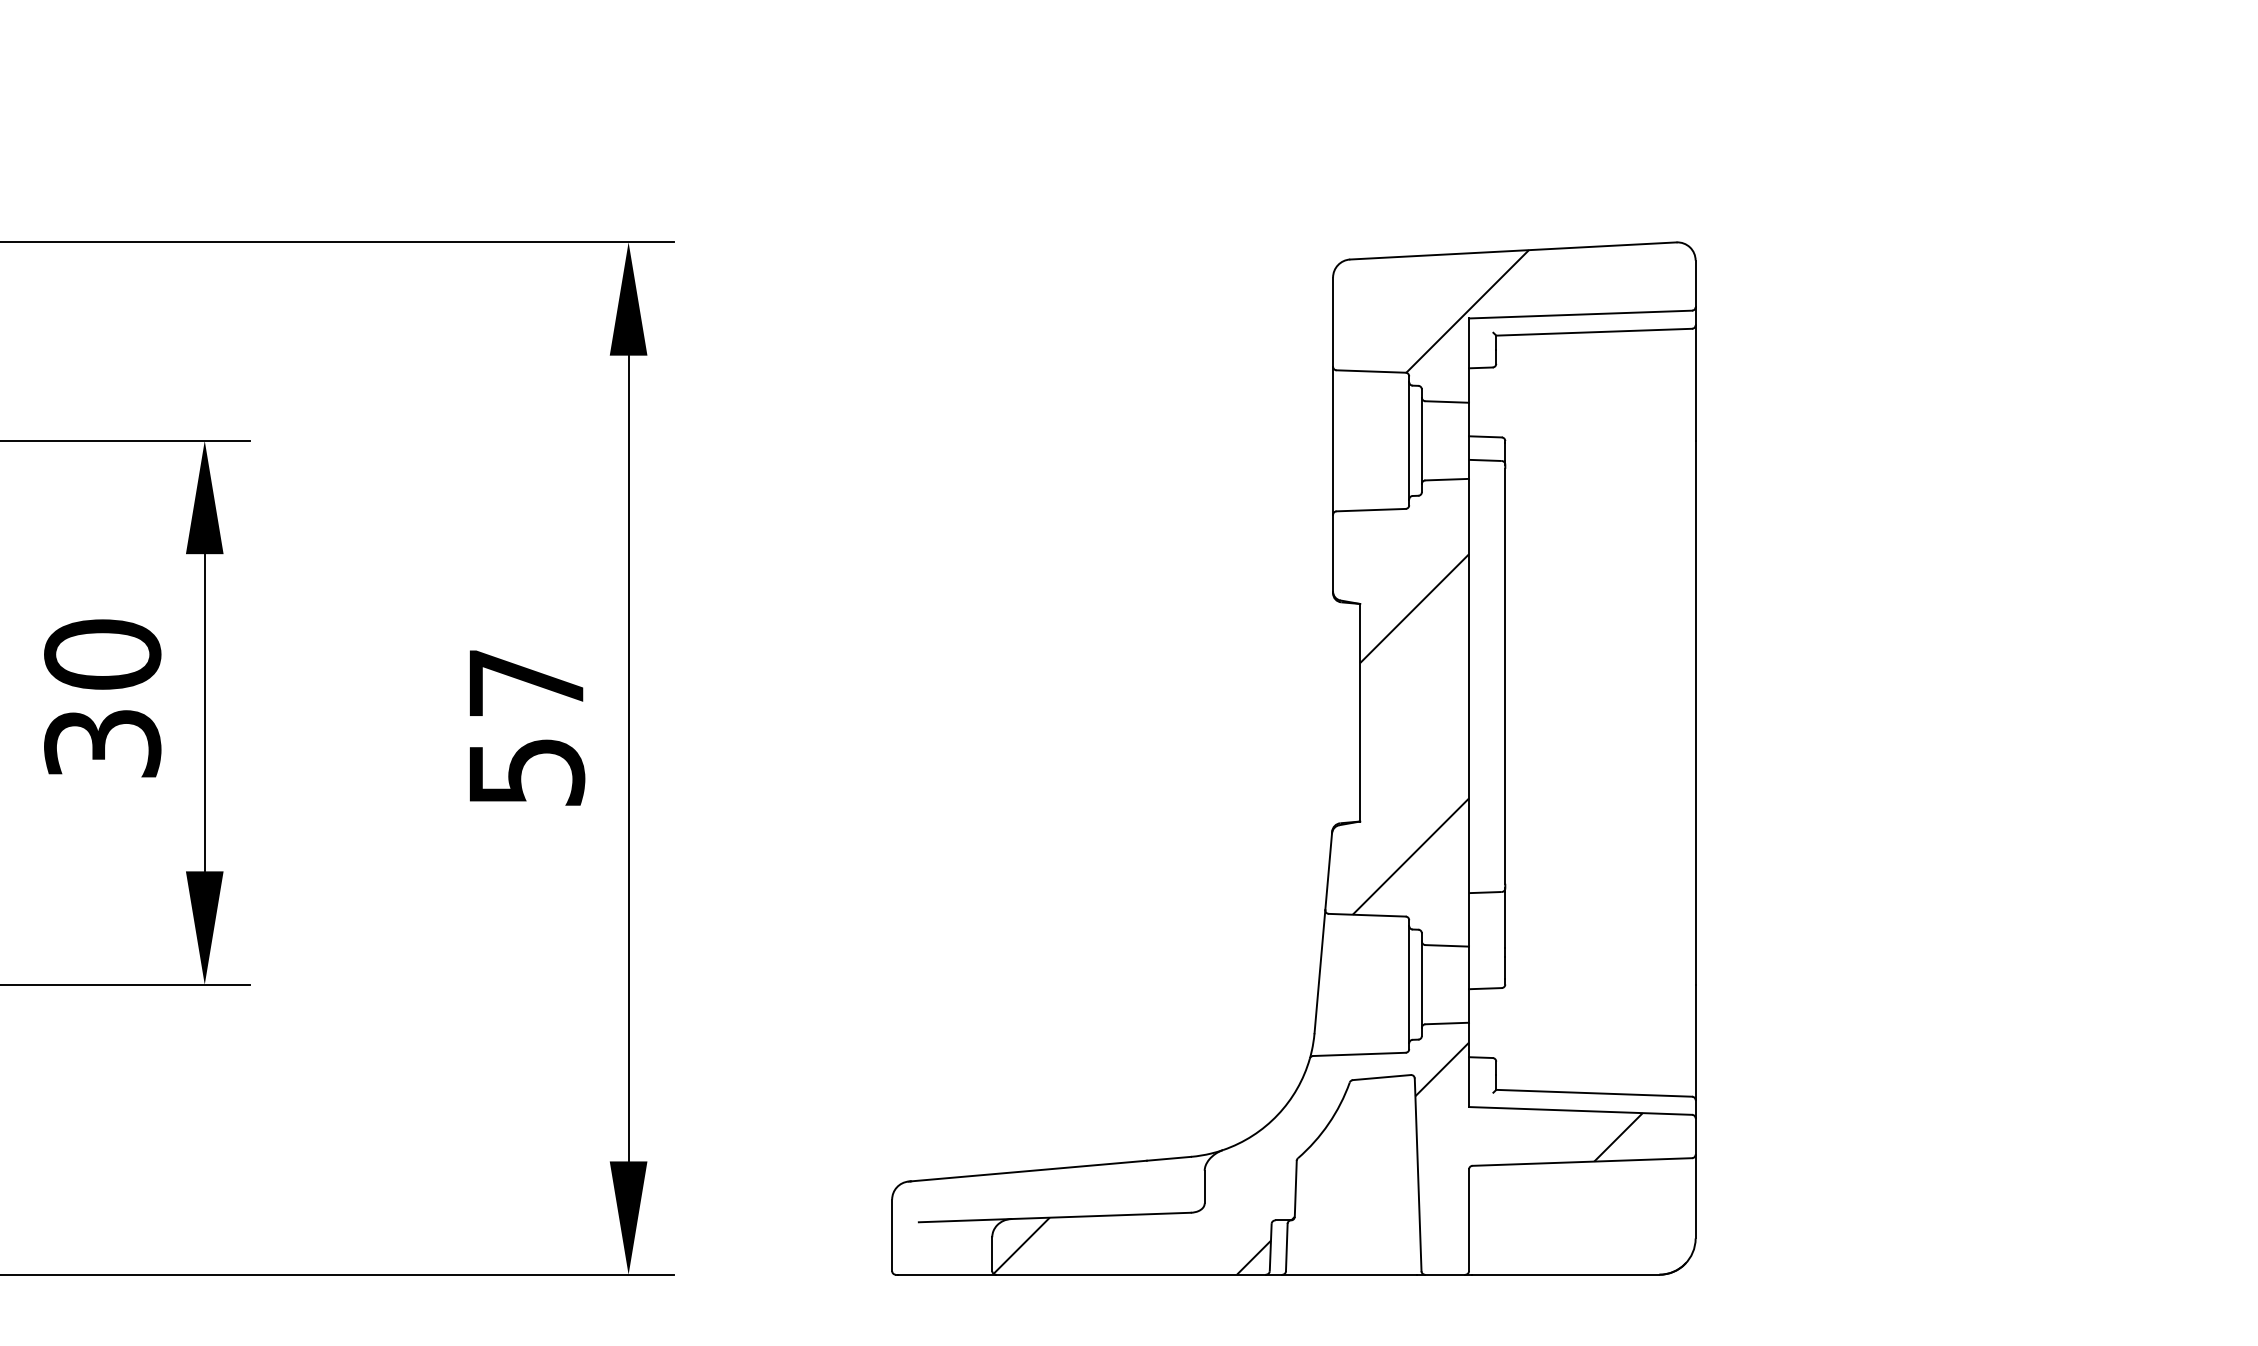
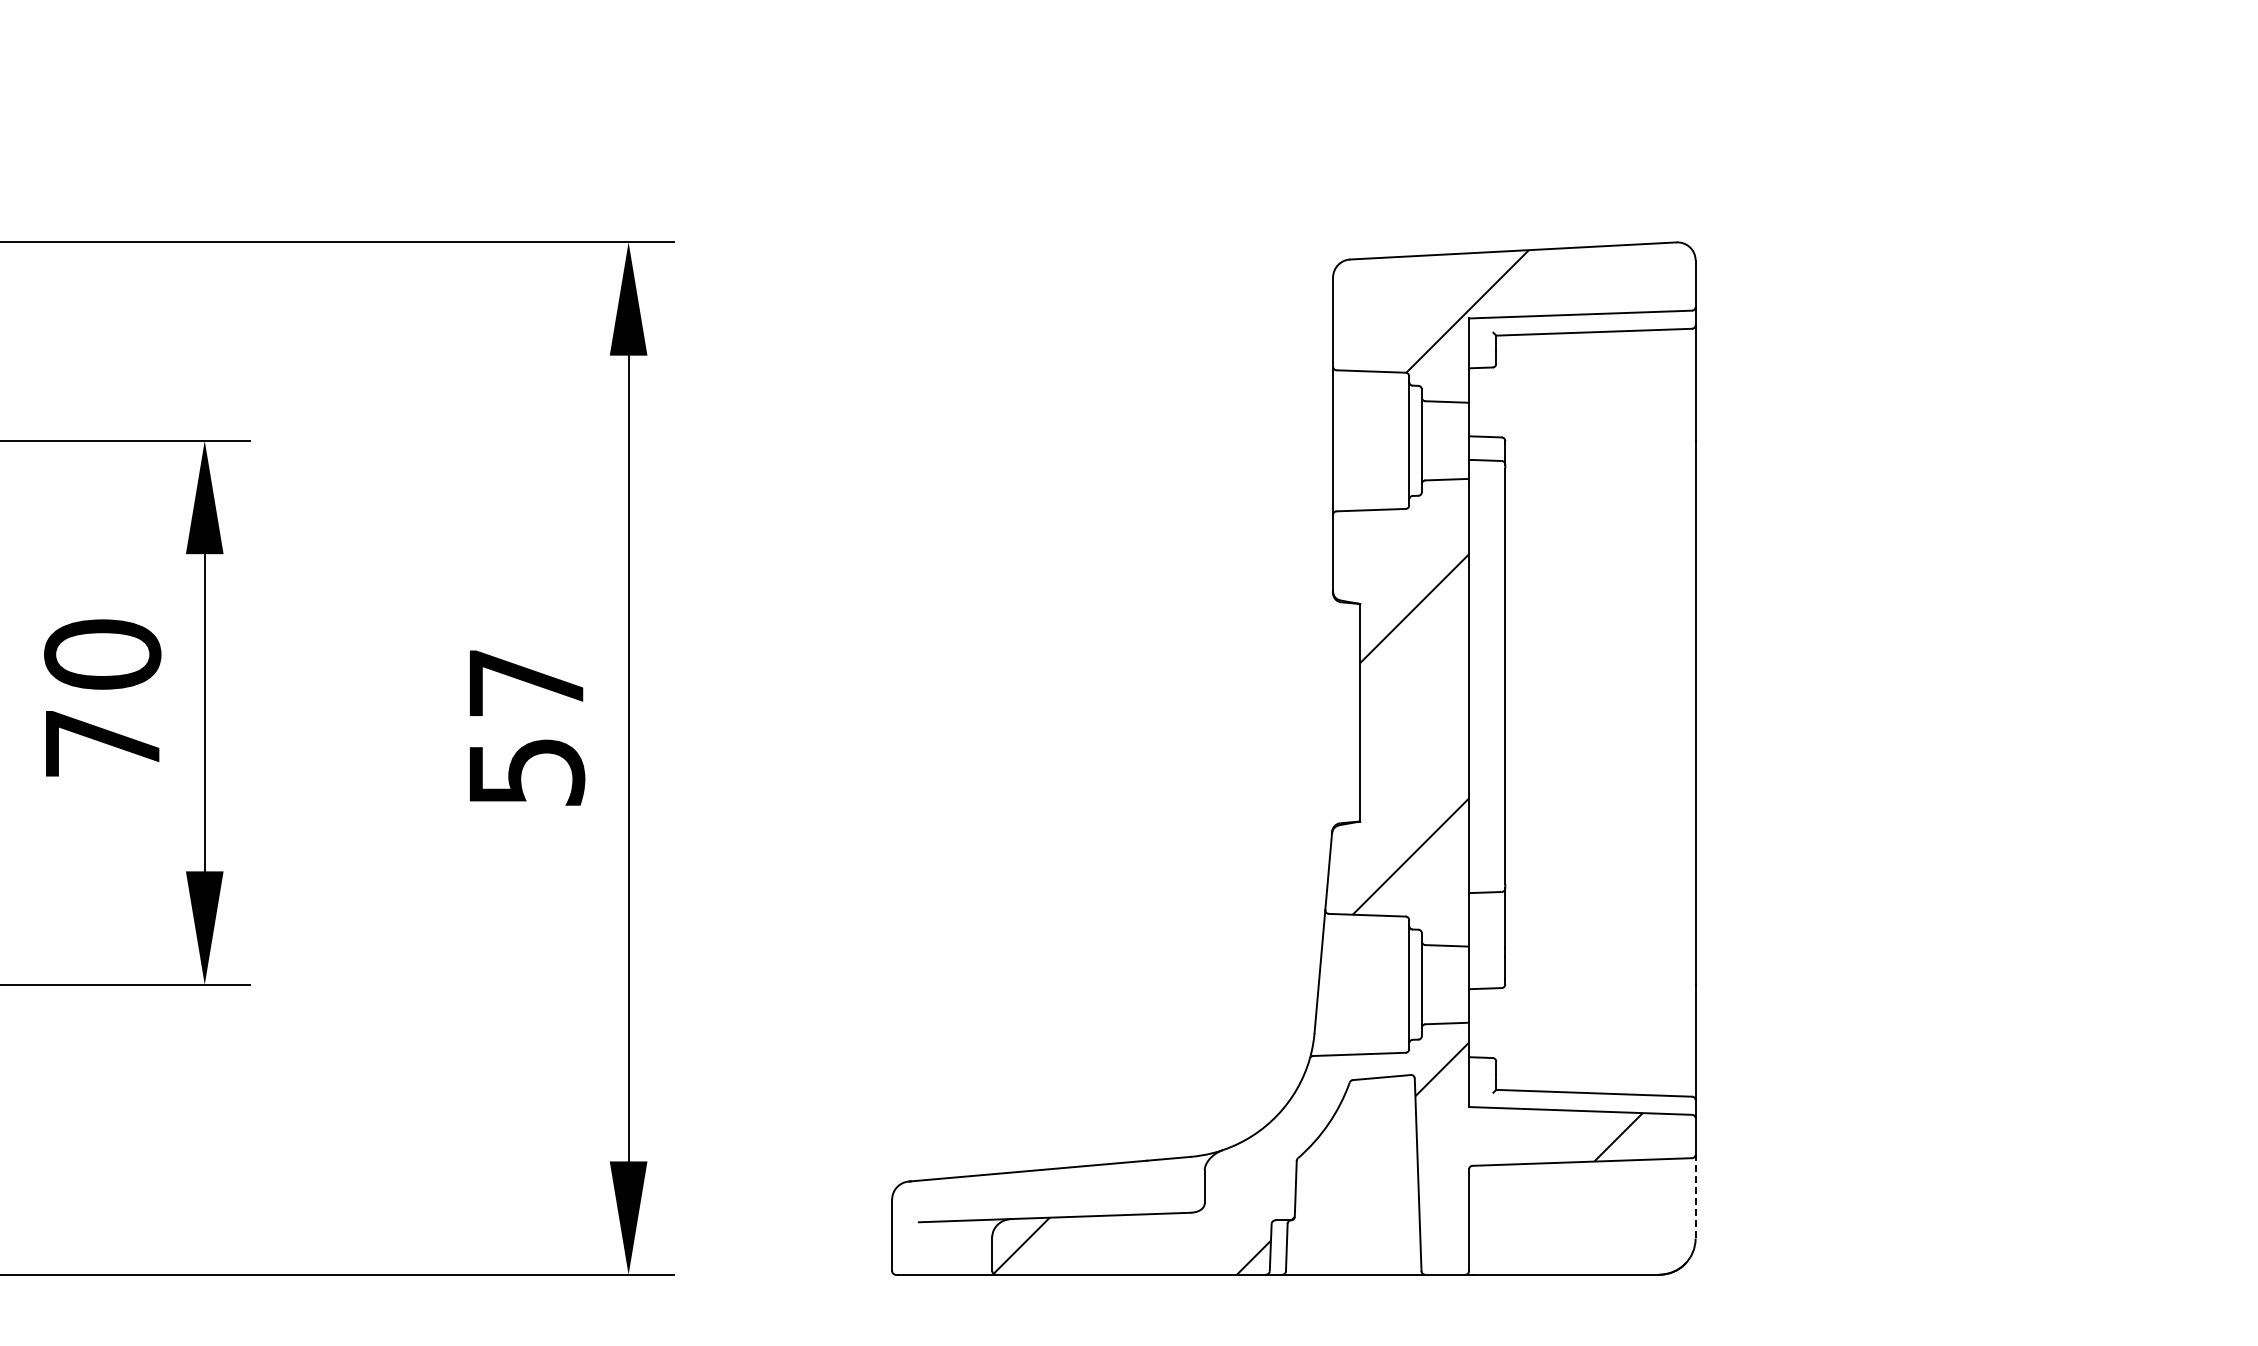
text at (102, 743): 30 -> 70
line at (1695, 1196): solid -> dashed
